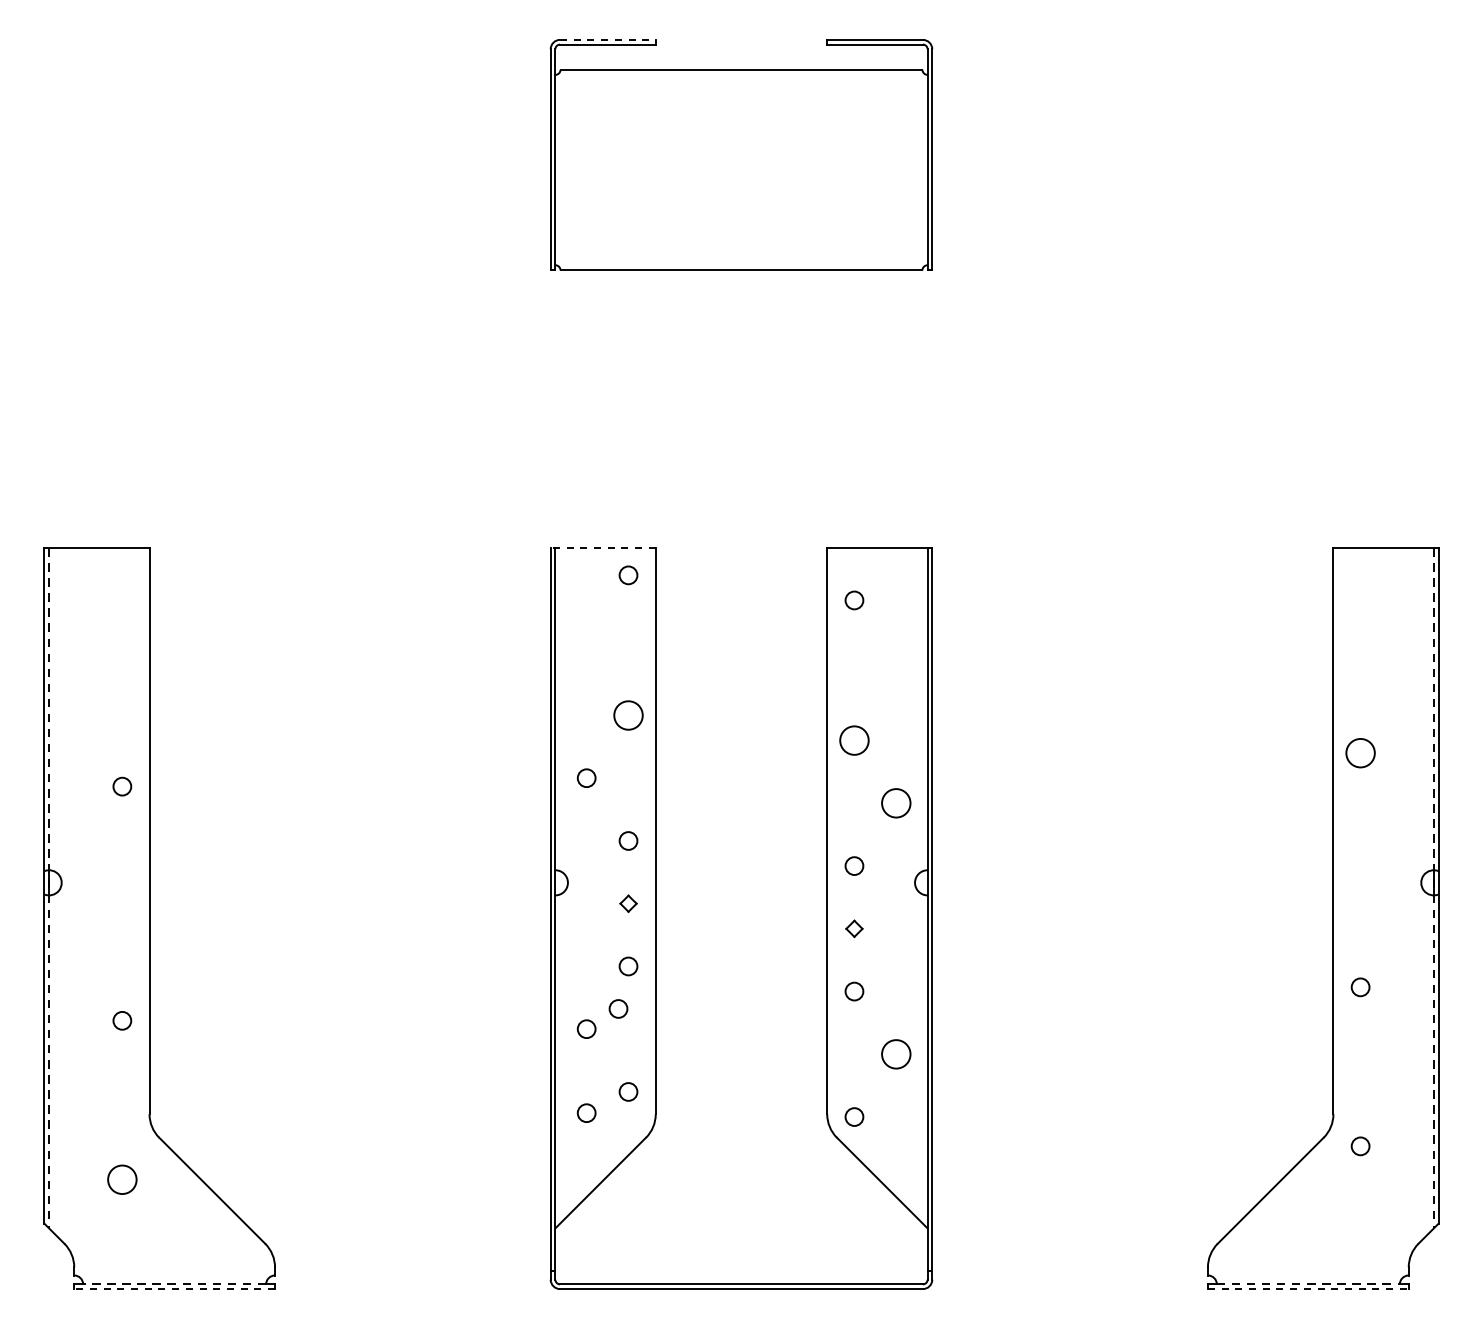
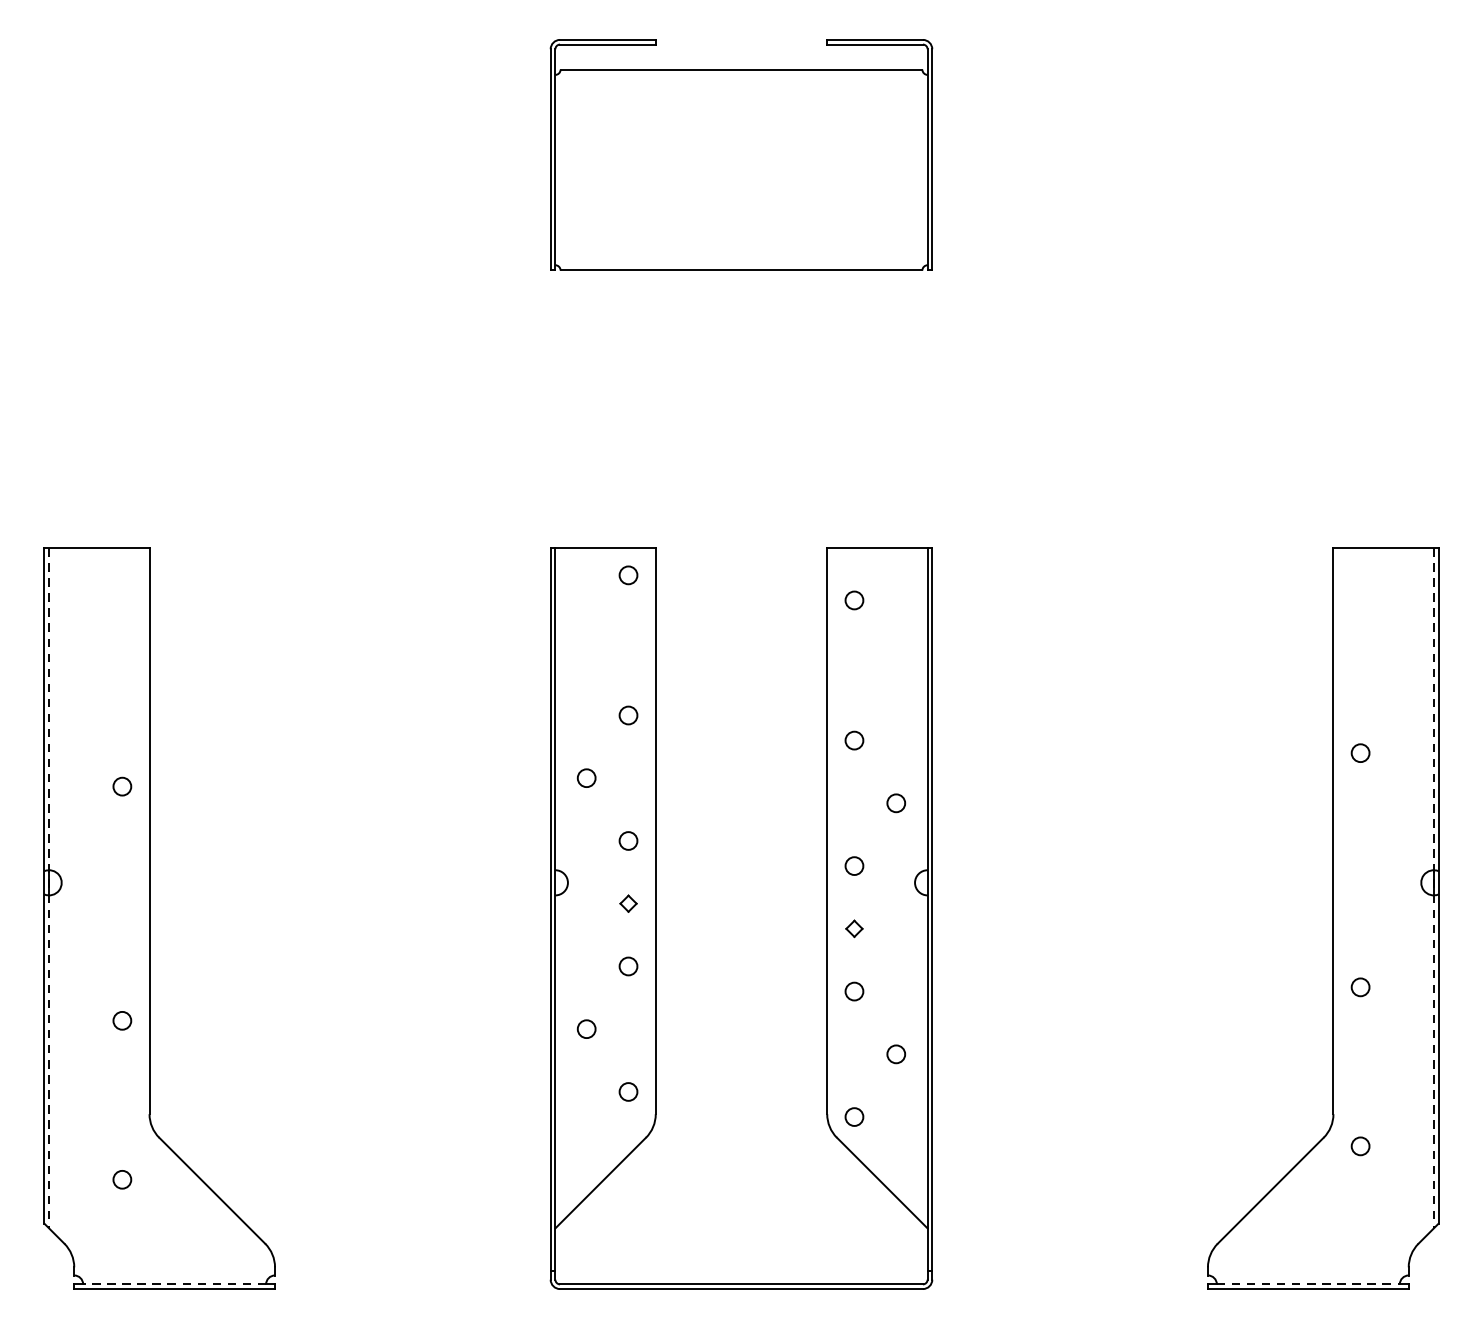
line at (607, 39): dashed -> solid
line at (603, 548): dashed -> solid
circle at (628, 715) diameter: 28 px -> 18 px
circle at (854, 740) diameter: 28 px -> 18 px
circle at (1360, 752) diameter: 28 px -> 18 px
circle at (896, 803) diameter: 28 px -> 18 px
circle at (618, 1008): present -> none
circle at (896, 1054) diameter: 28 px -> 18 px
circle at (586, 1112): present -> none
circle at (122, 1179) diameter: 28 px -> 18 px
line at (174, 1289): dashed -> solid
line at (1308, 1289): dashed -> solid
